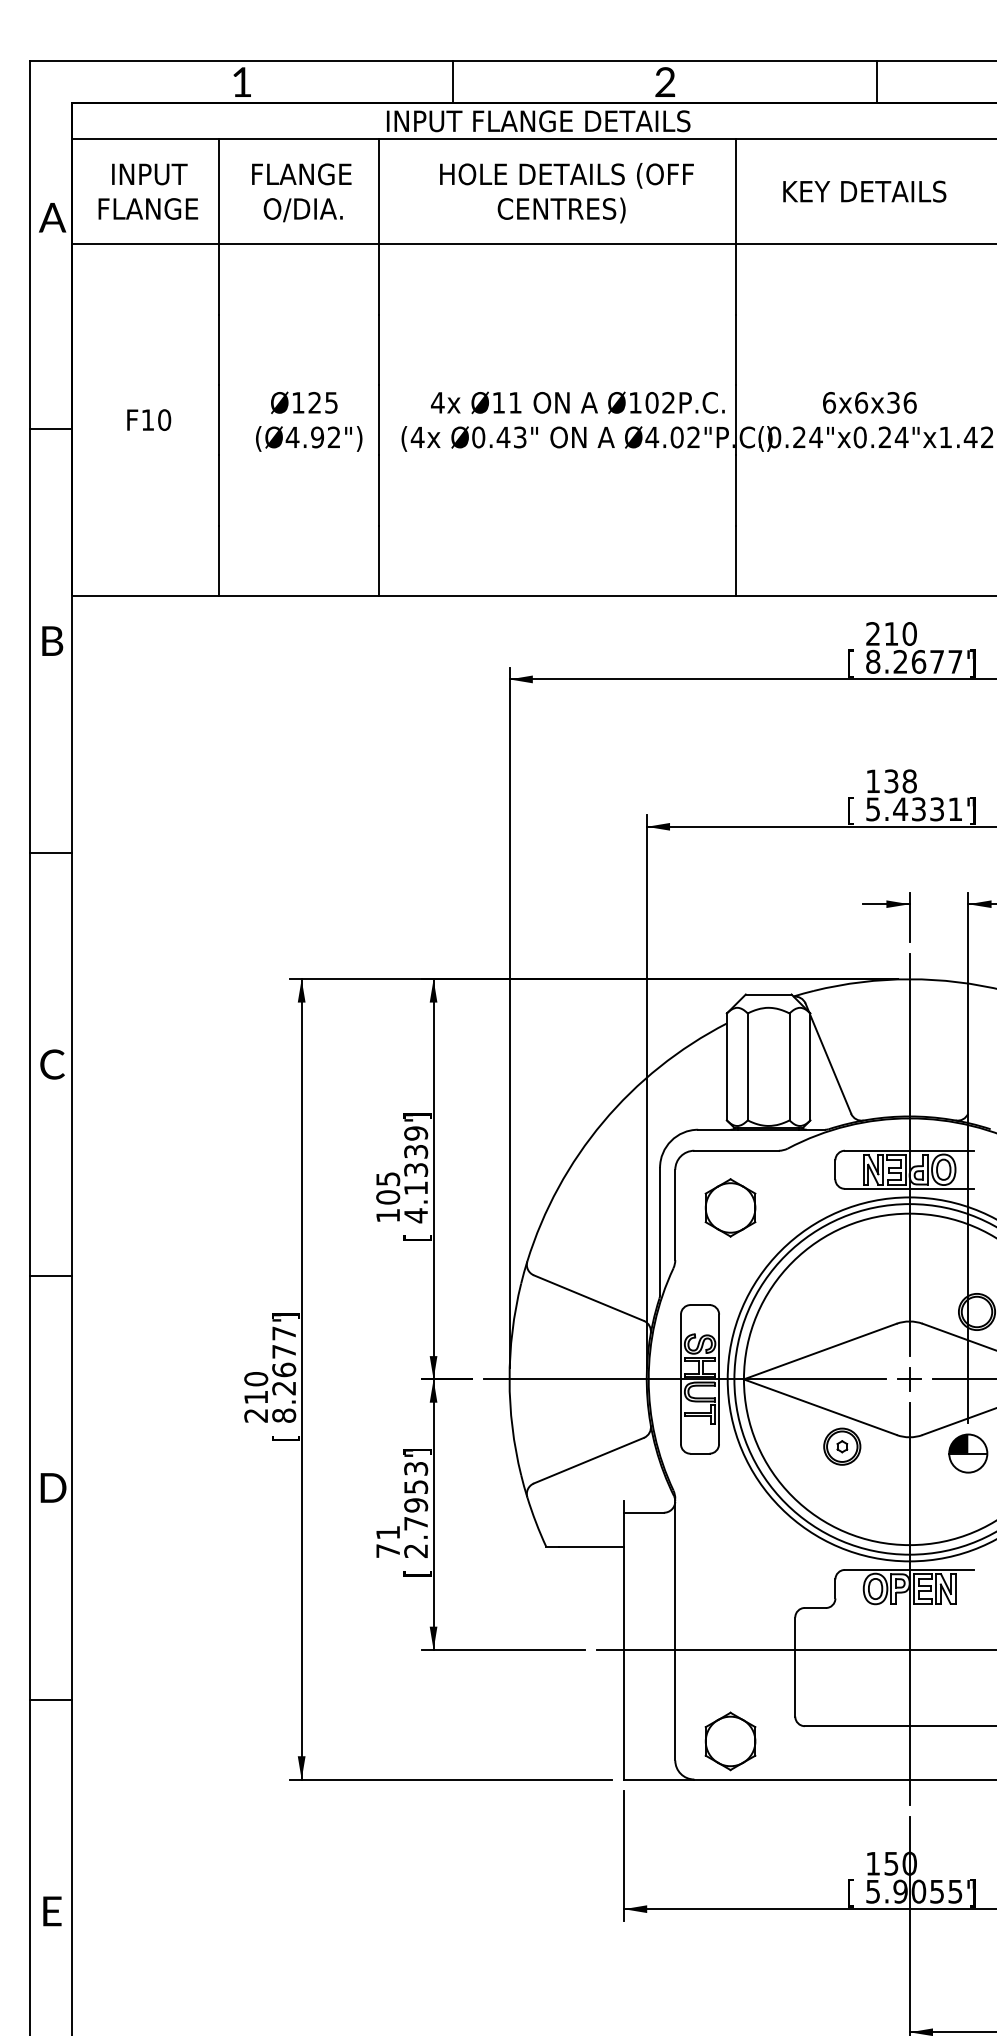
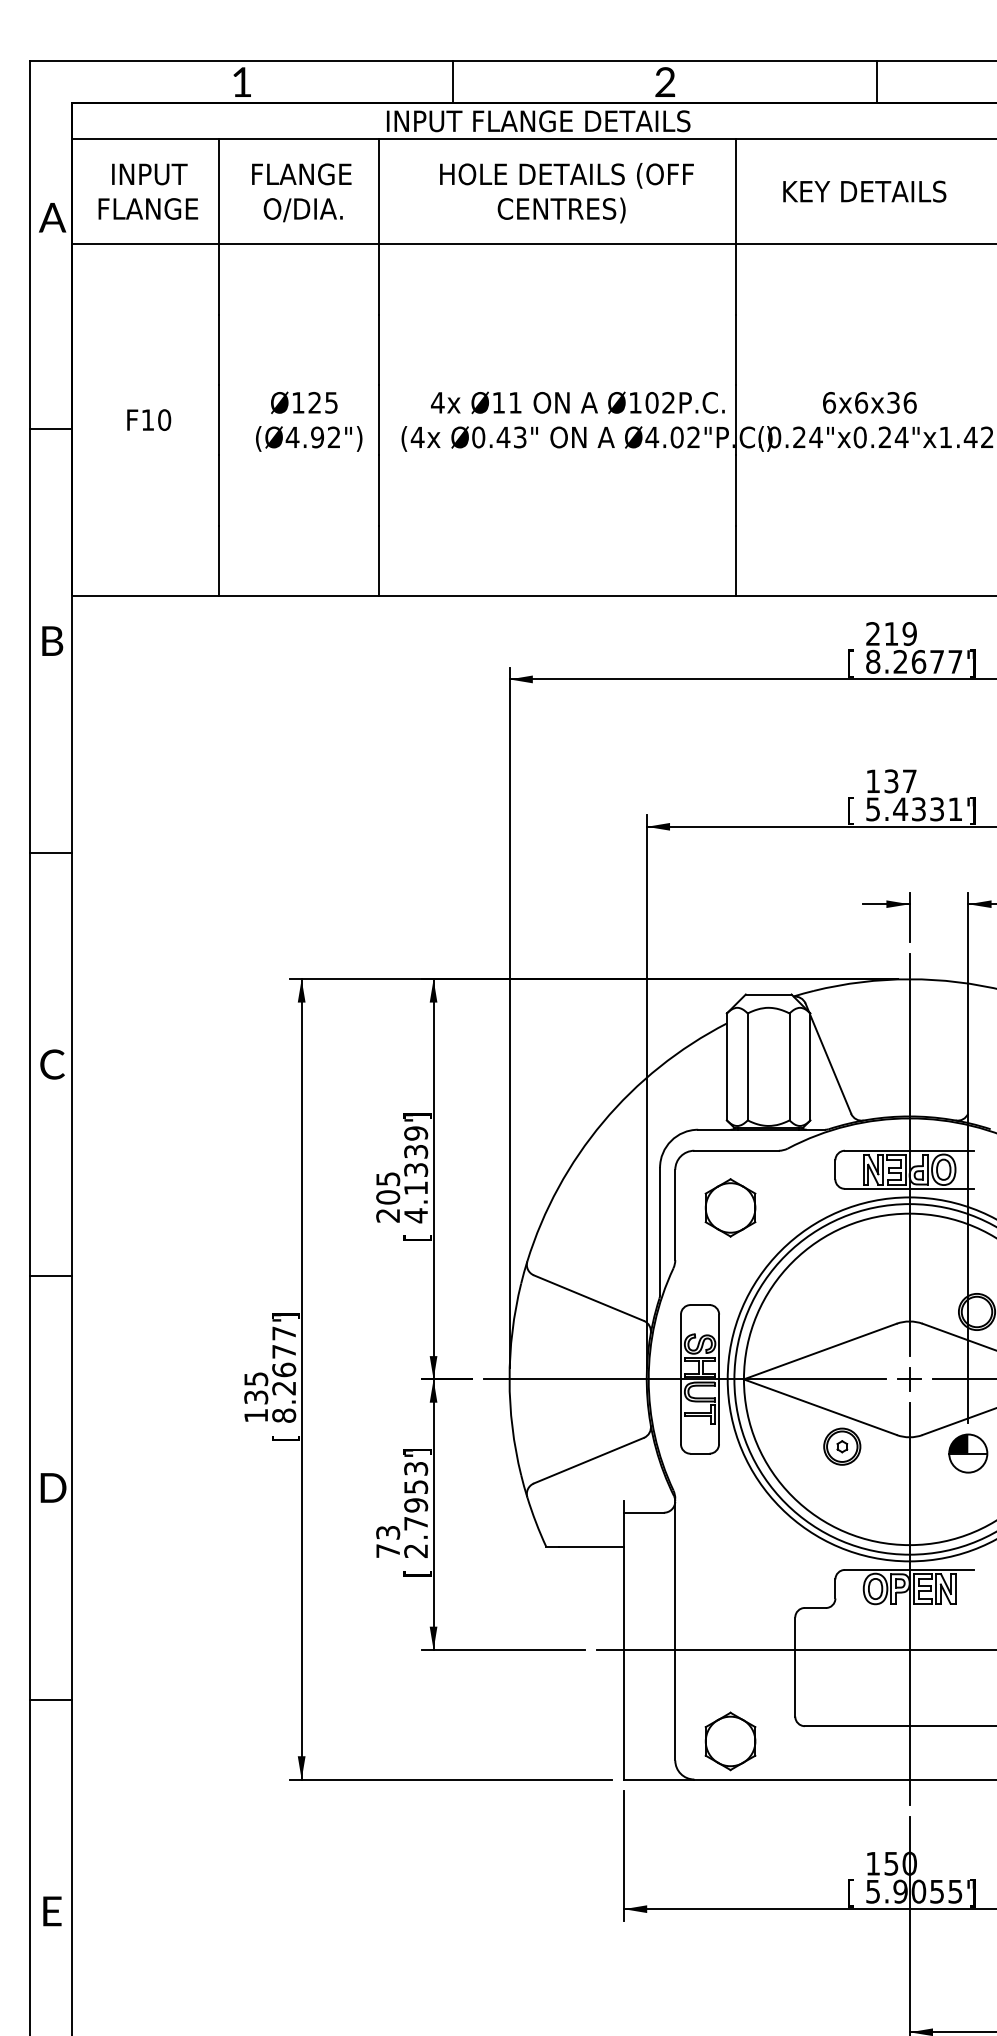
text at (909, 633): 210 -> 219
text at (909, 781): 138 -> 137
text at (387, 1215): 105 -> 205
text at (256, 1397): 210 -> 135
text at (388, 1532): 71 -> 73
